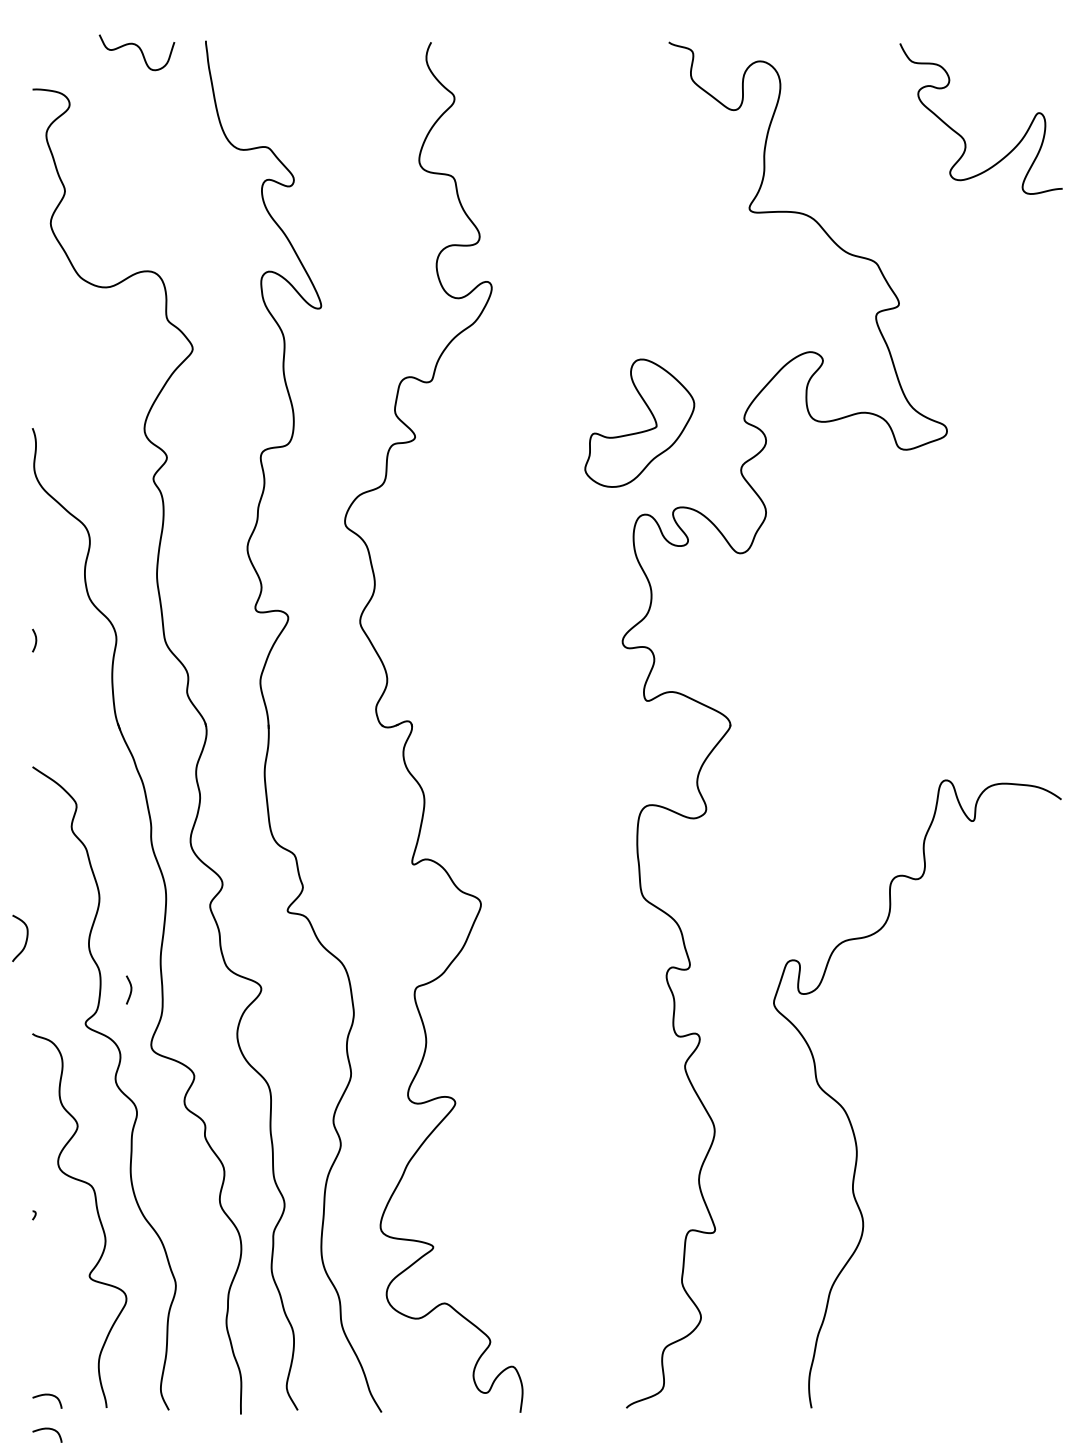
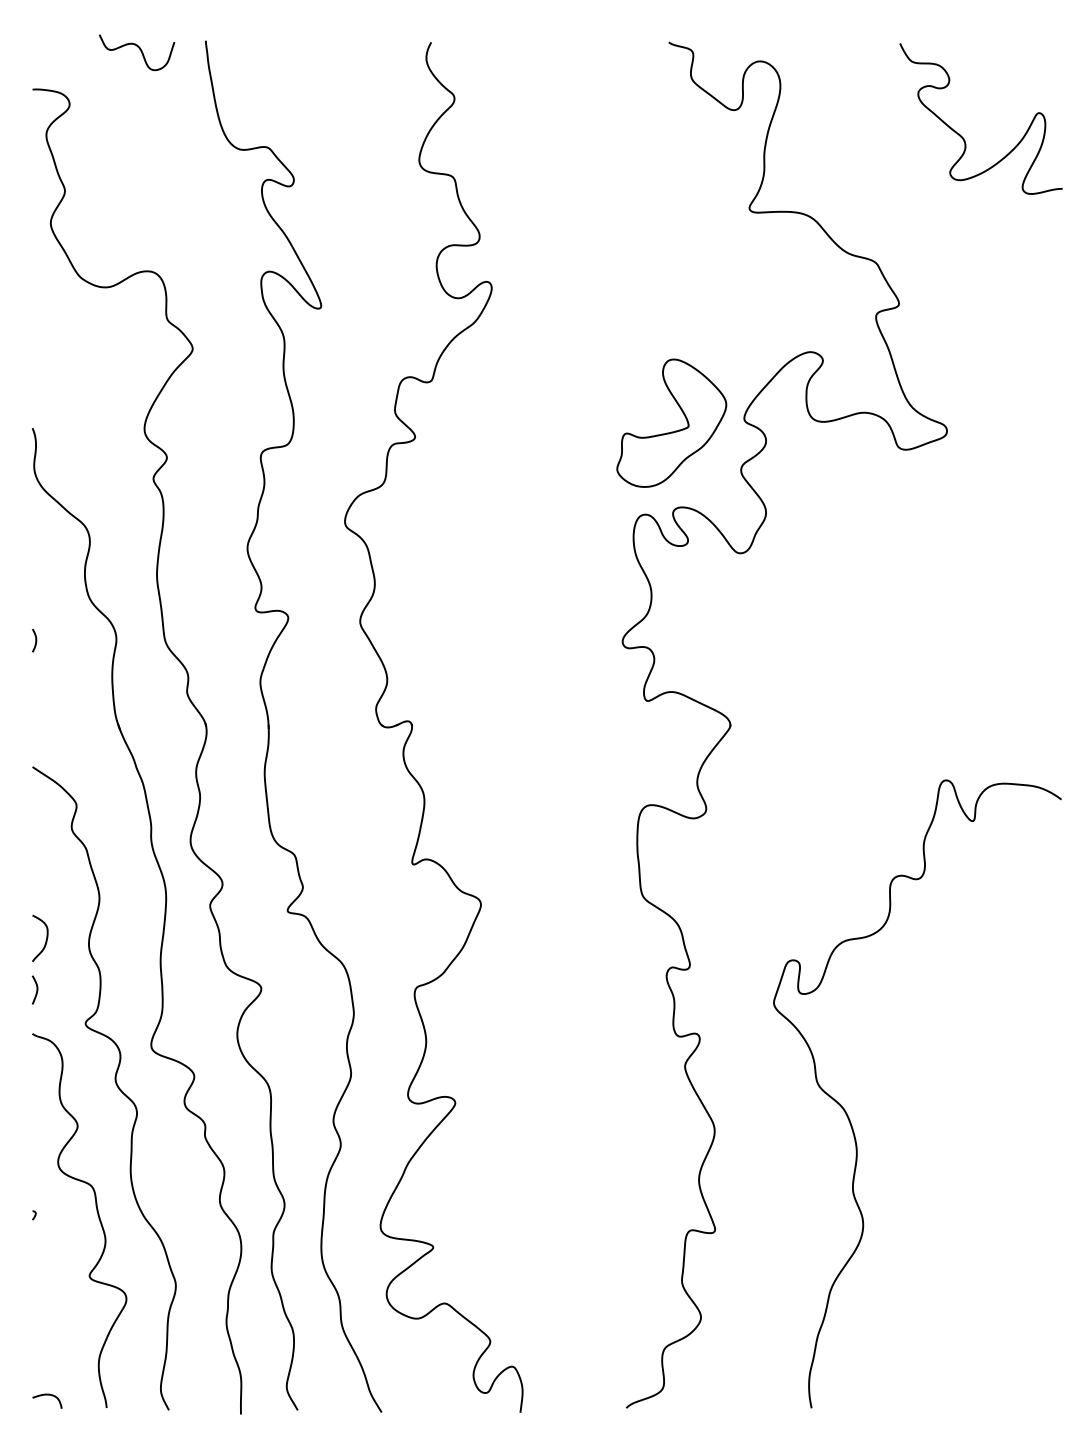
part at (643, 430) position: (643, 430) -> (675, 430)
curve at (25, 940) position: (25, 940) -> (45, 940)
curve at (130, 989) position: (130, 989) -> (36, 989)
curve at (47, 1429): present -> none
